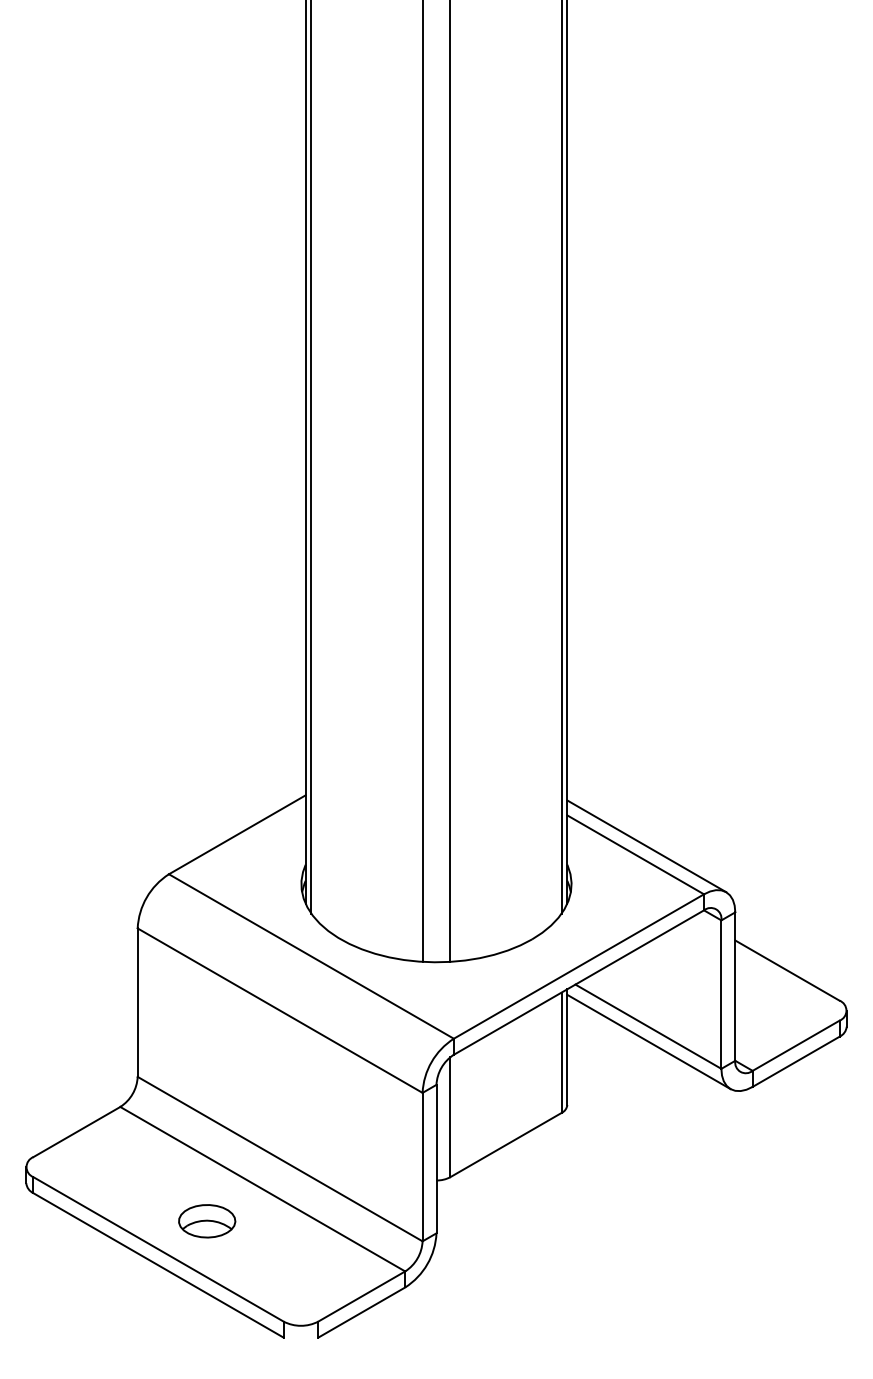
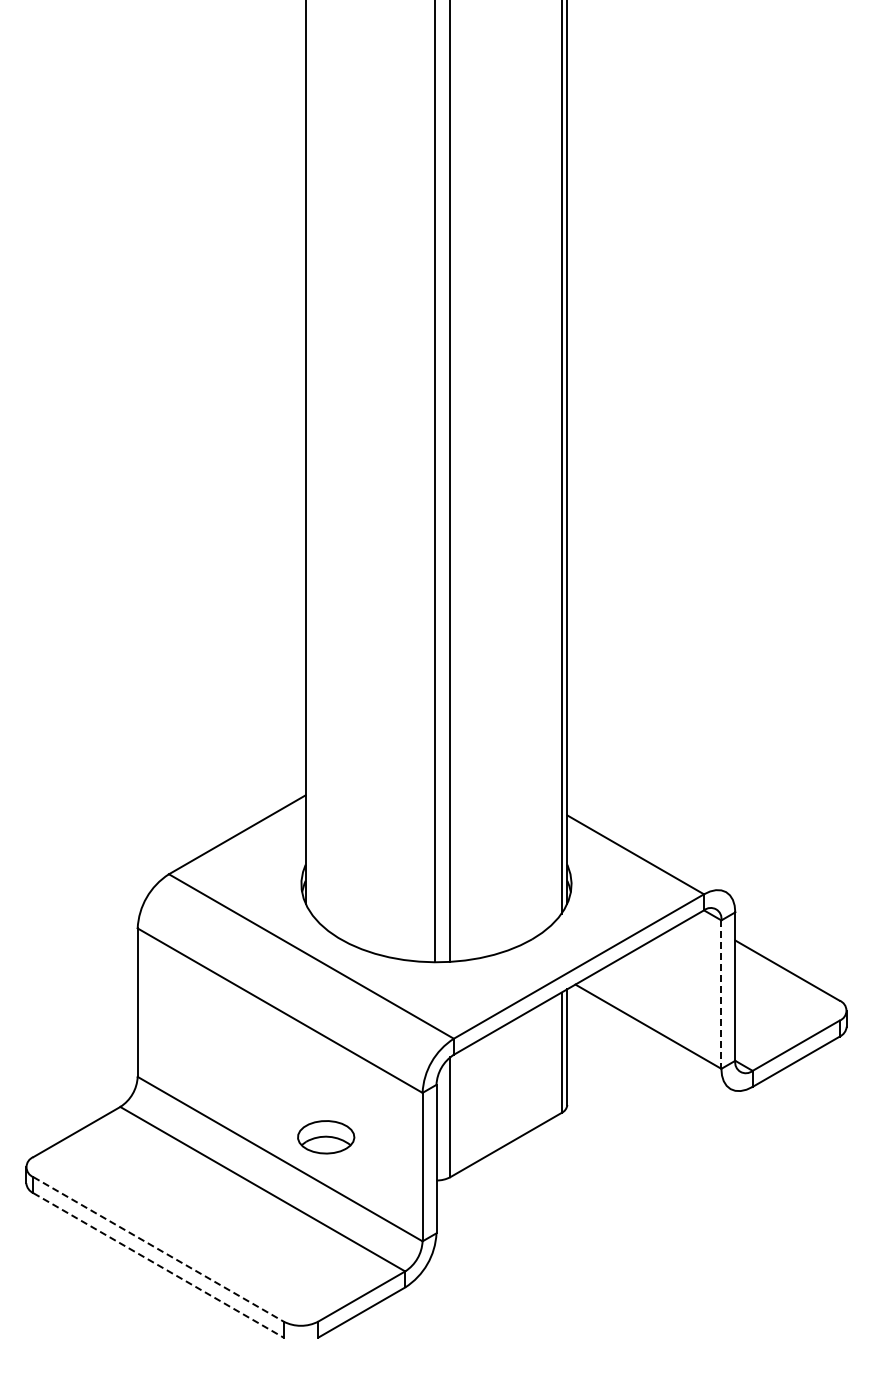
line at (311, 457): present -> none
line at (422, 481) position: (422, 481) -> (434, 481)
line at (646, 846): present -> none
line at (721, 995): solid -> dashed
line at (648, 1041): present -> none
part at (207, 1221) position: (207, 1221) -> (326, 1137)
line at (158, 1249): solid -> dashed
line at (158, 1265): solid -> dashed
